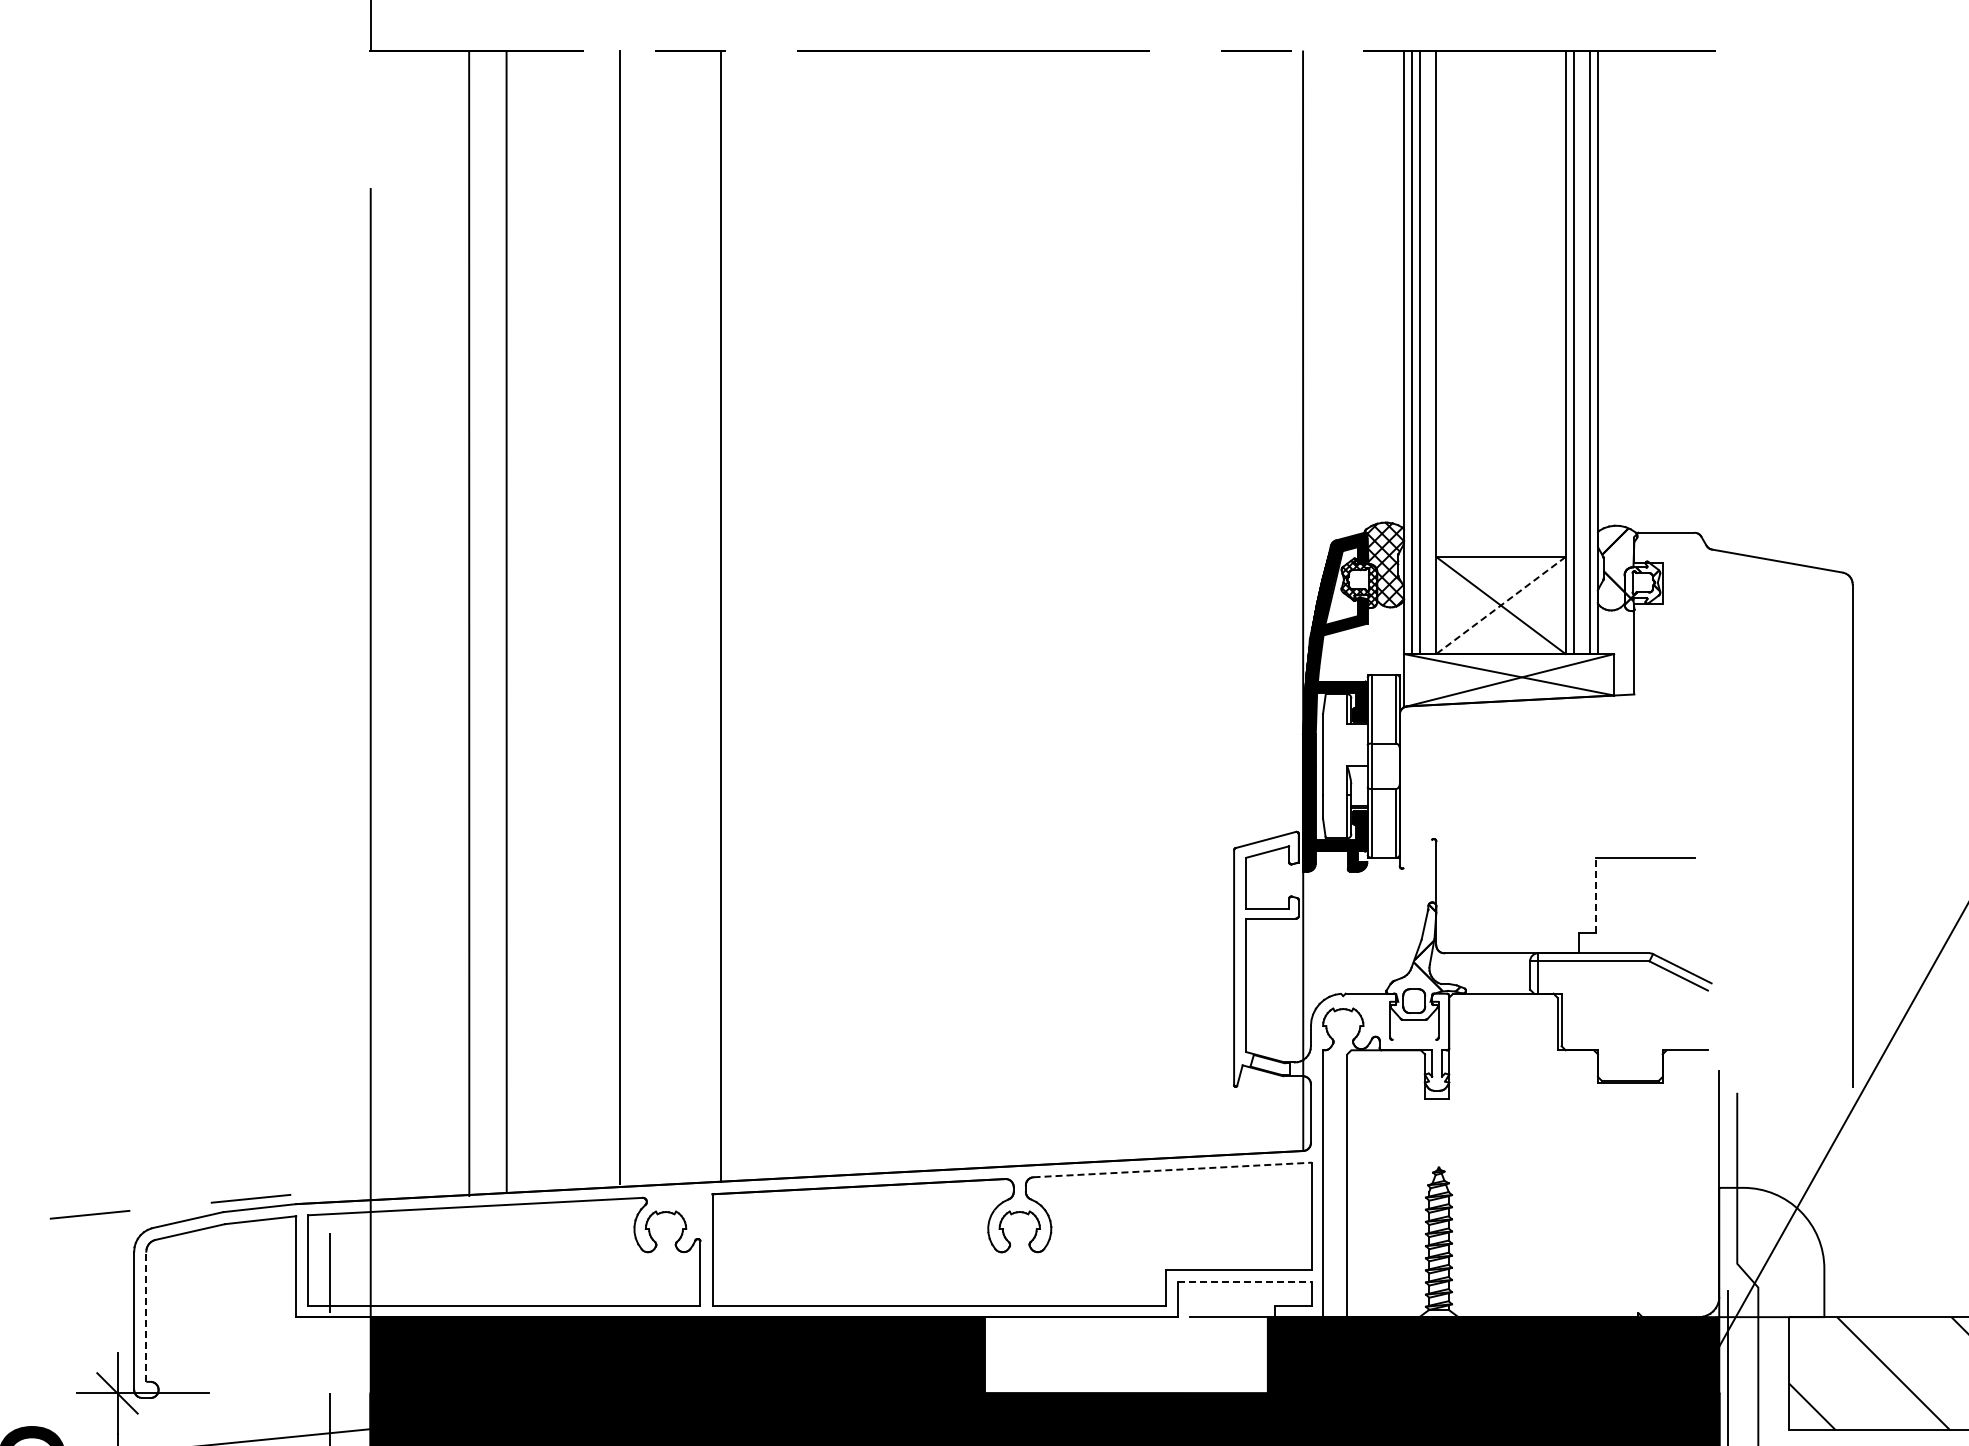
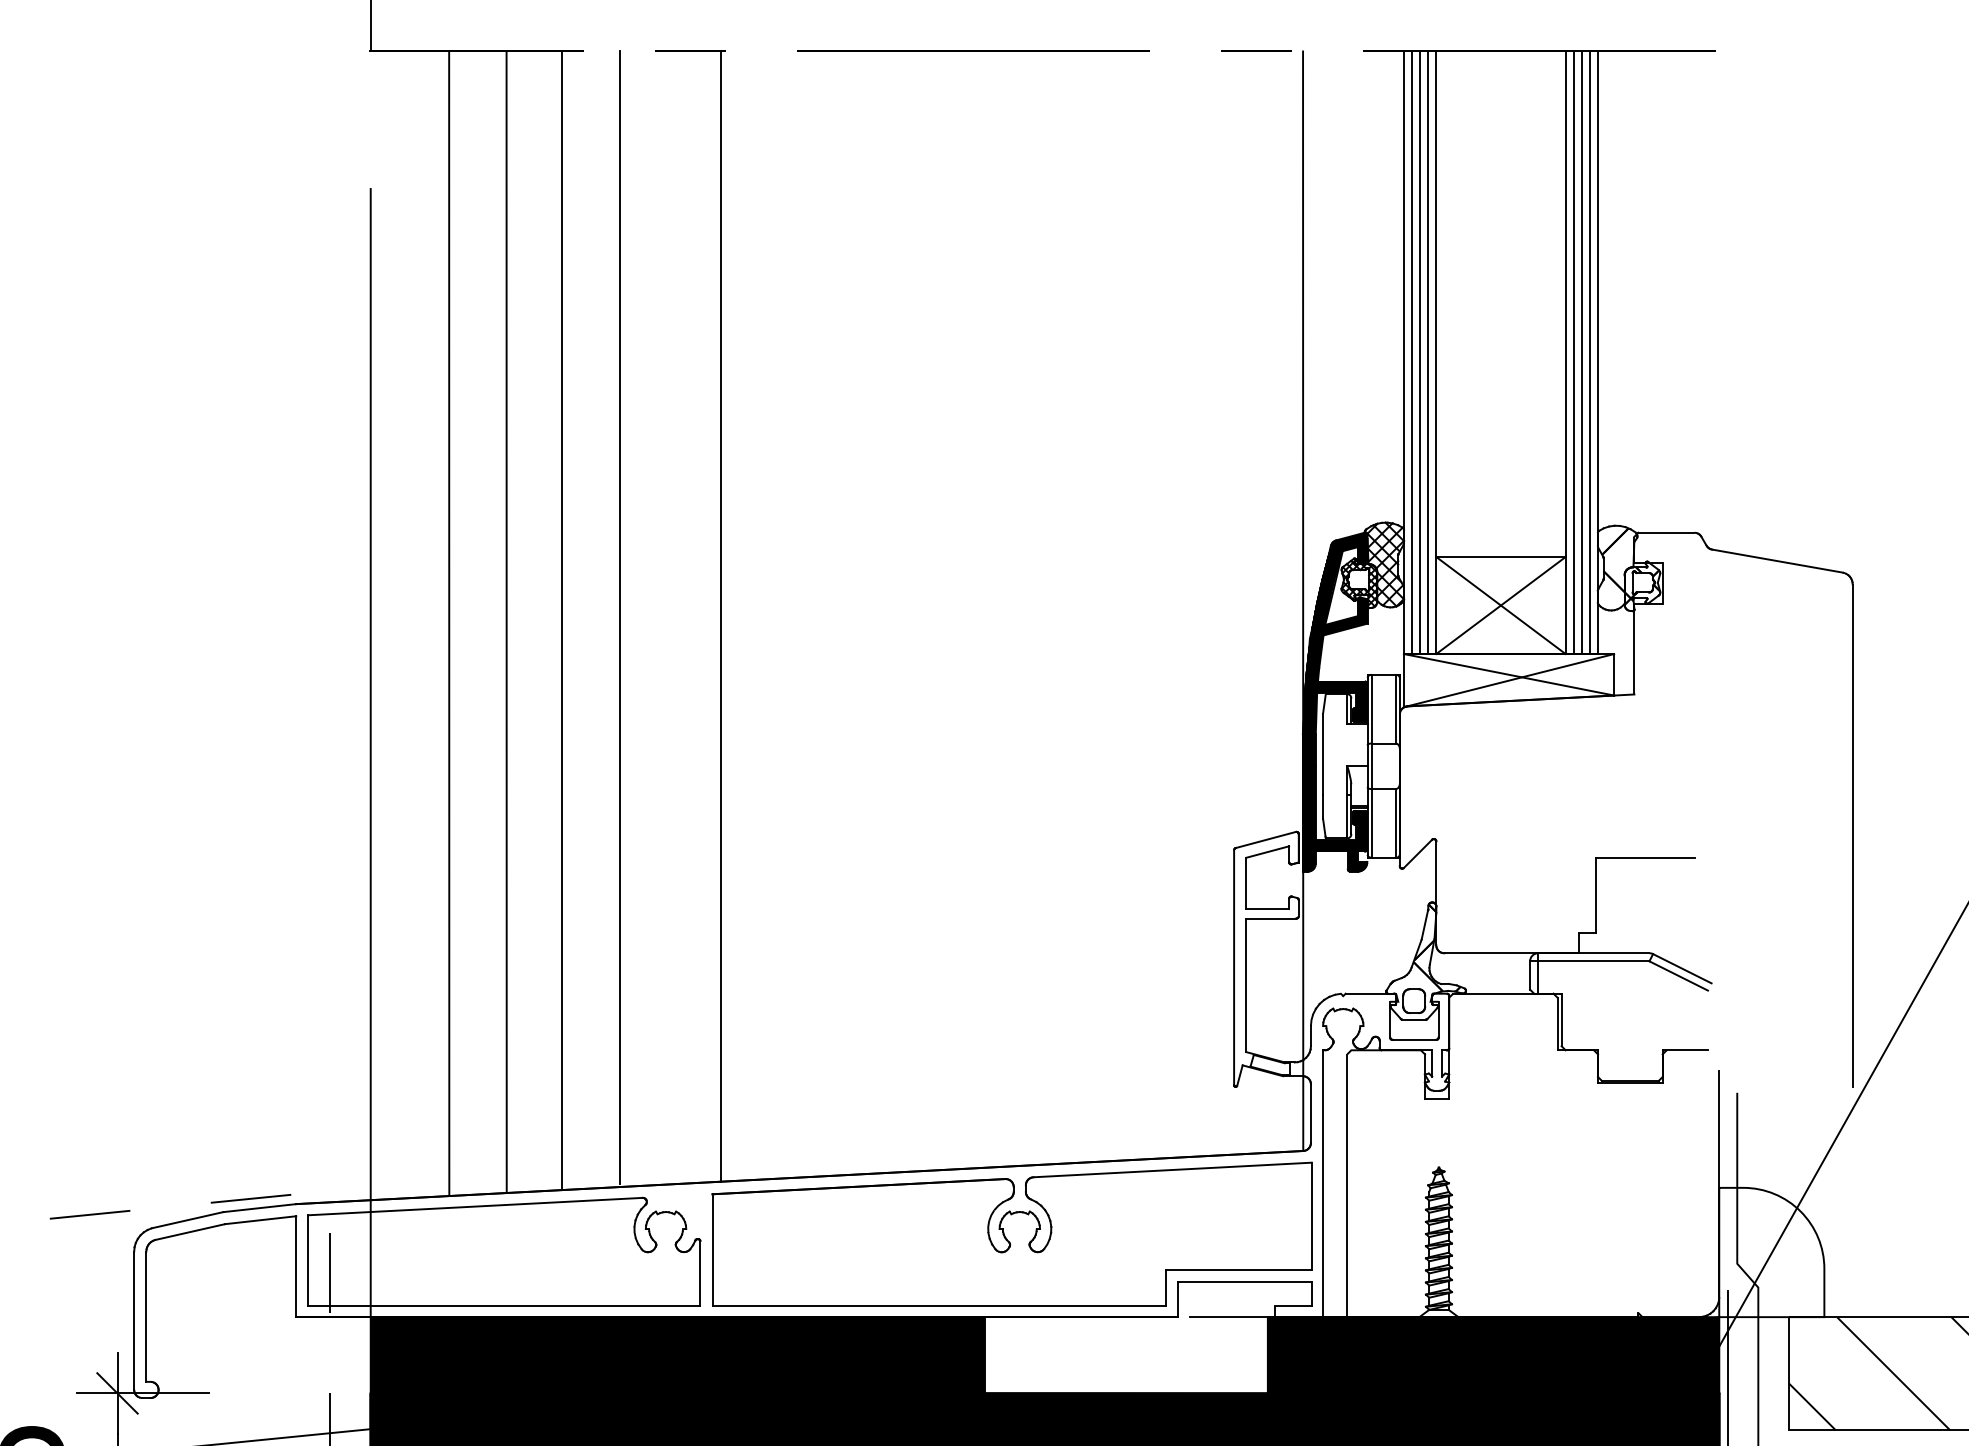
line at (1428, 352): none -> present
line at (1581, 352): none -> present
line at (1500, 605): dashed -> solid
line at (562, 620): none -> present
line at (469, 623) position: (469, 623) -> (449, 623)
line at (1418, 853): none -> present
line at (1595, 895): dashed -> solid
line at (1414, 1039): none -> present
line at (1173, 1169): dashed -> solid
line at (1245, 1281): dashed -> solid
line at (146, 1316): dashed -> solid
